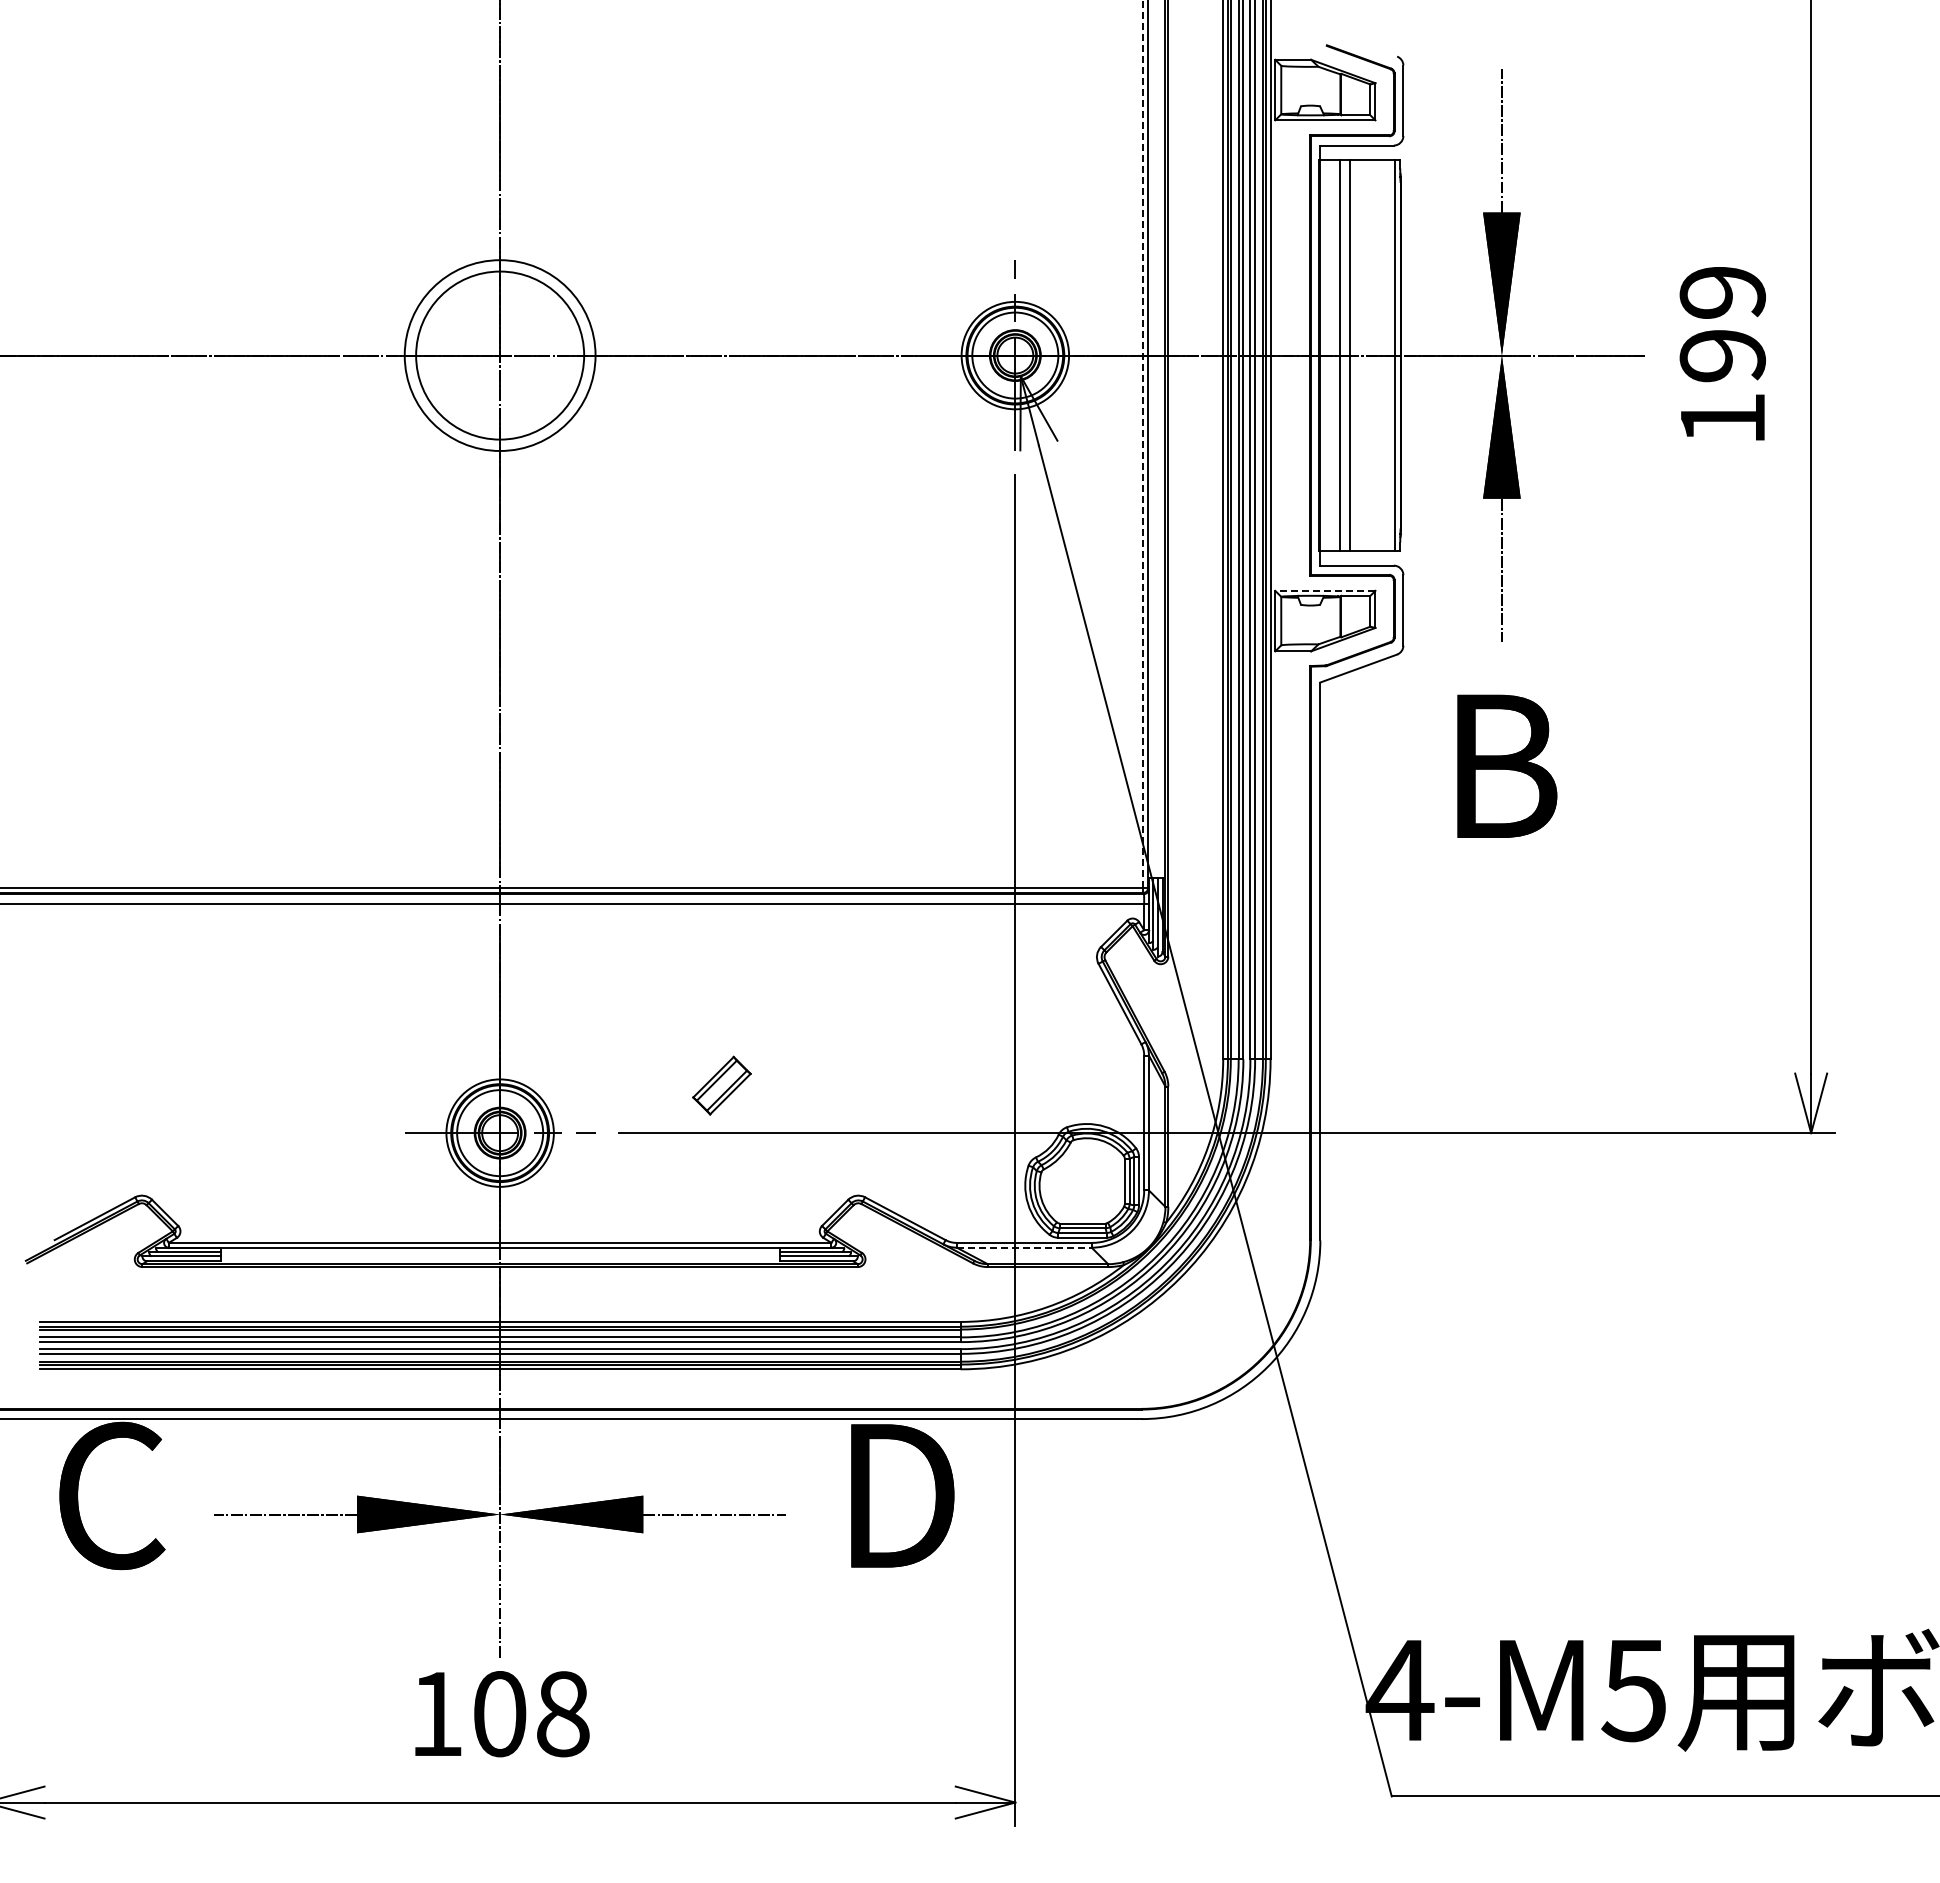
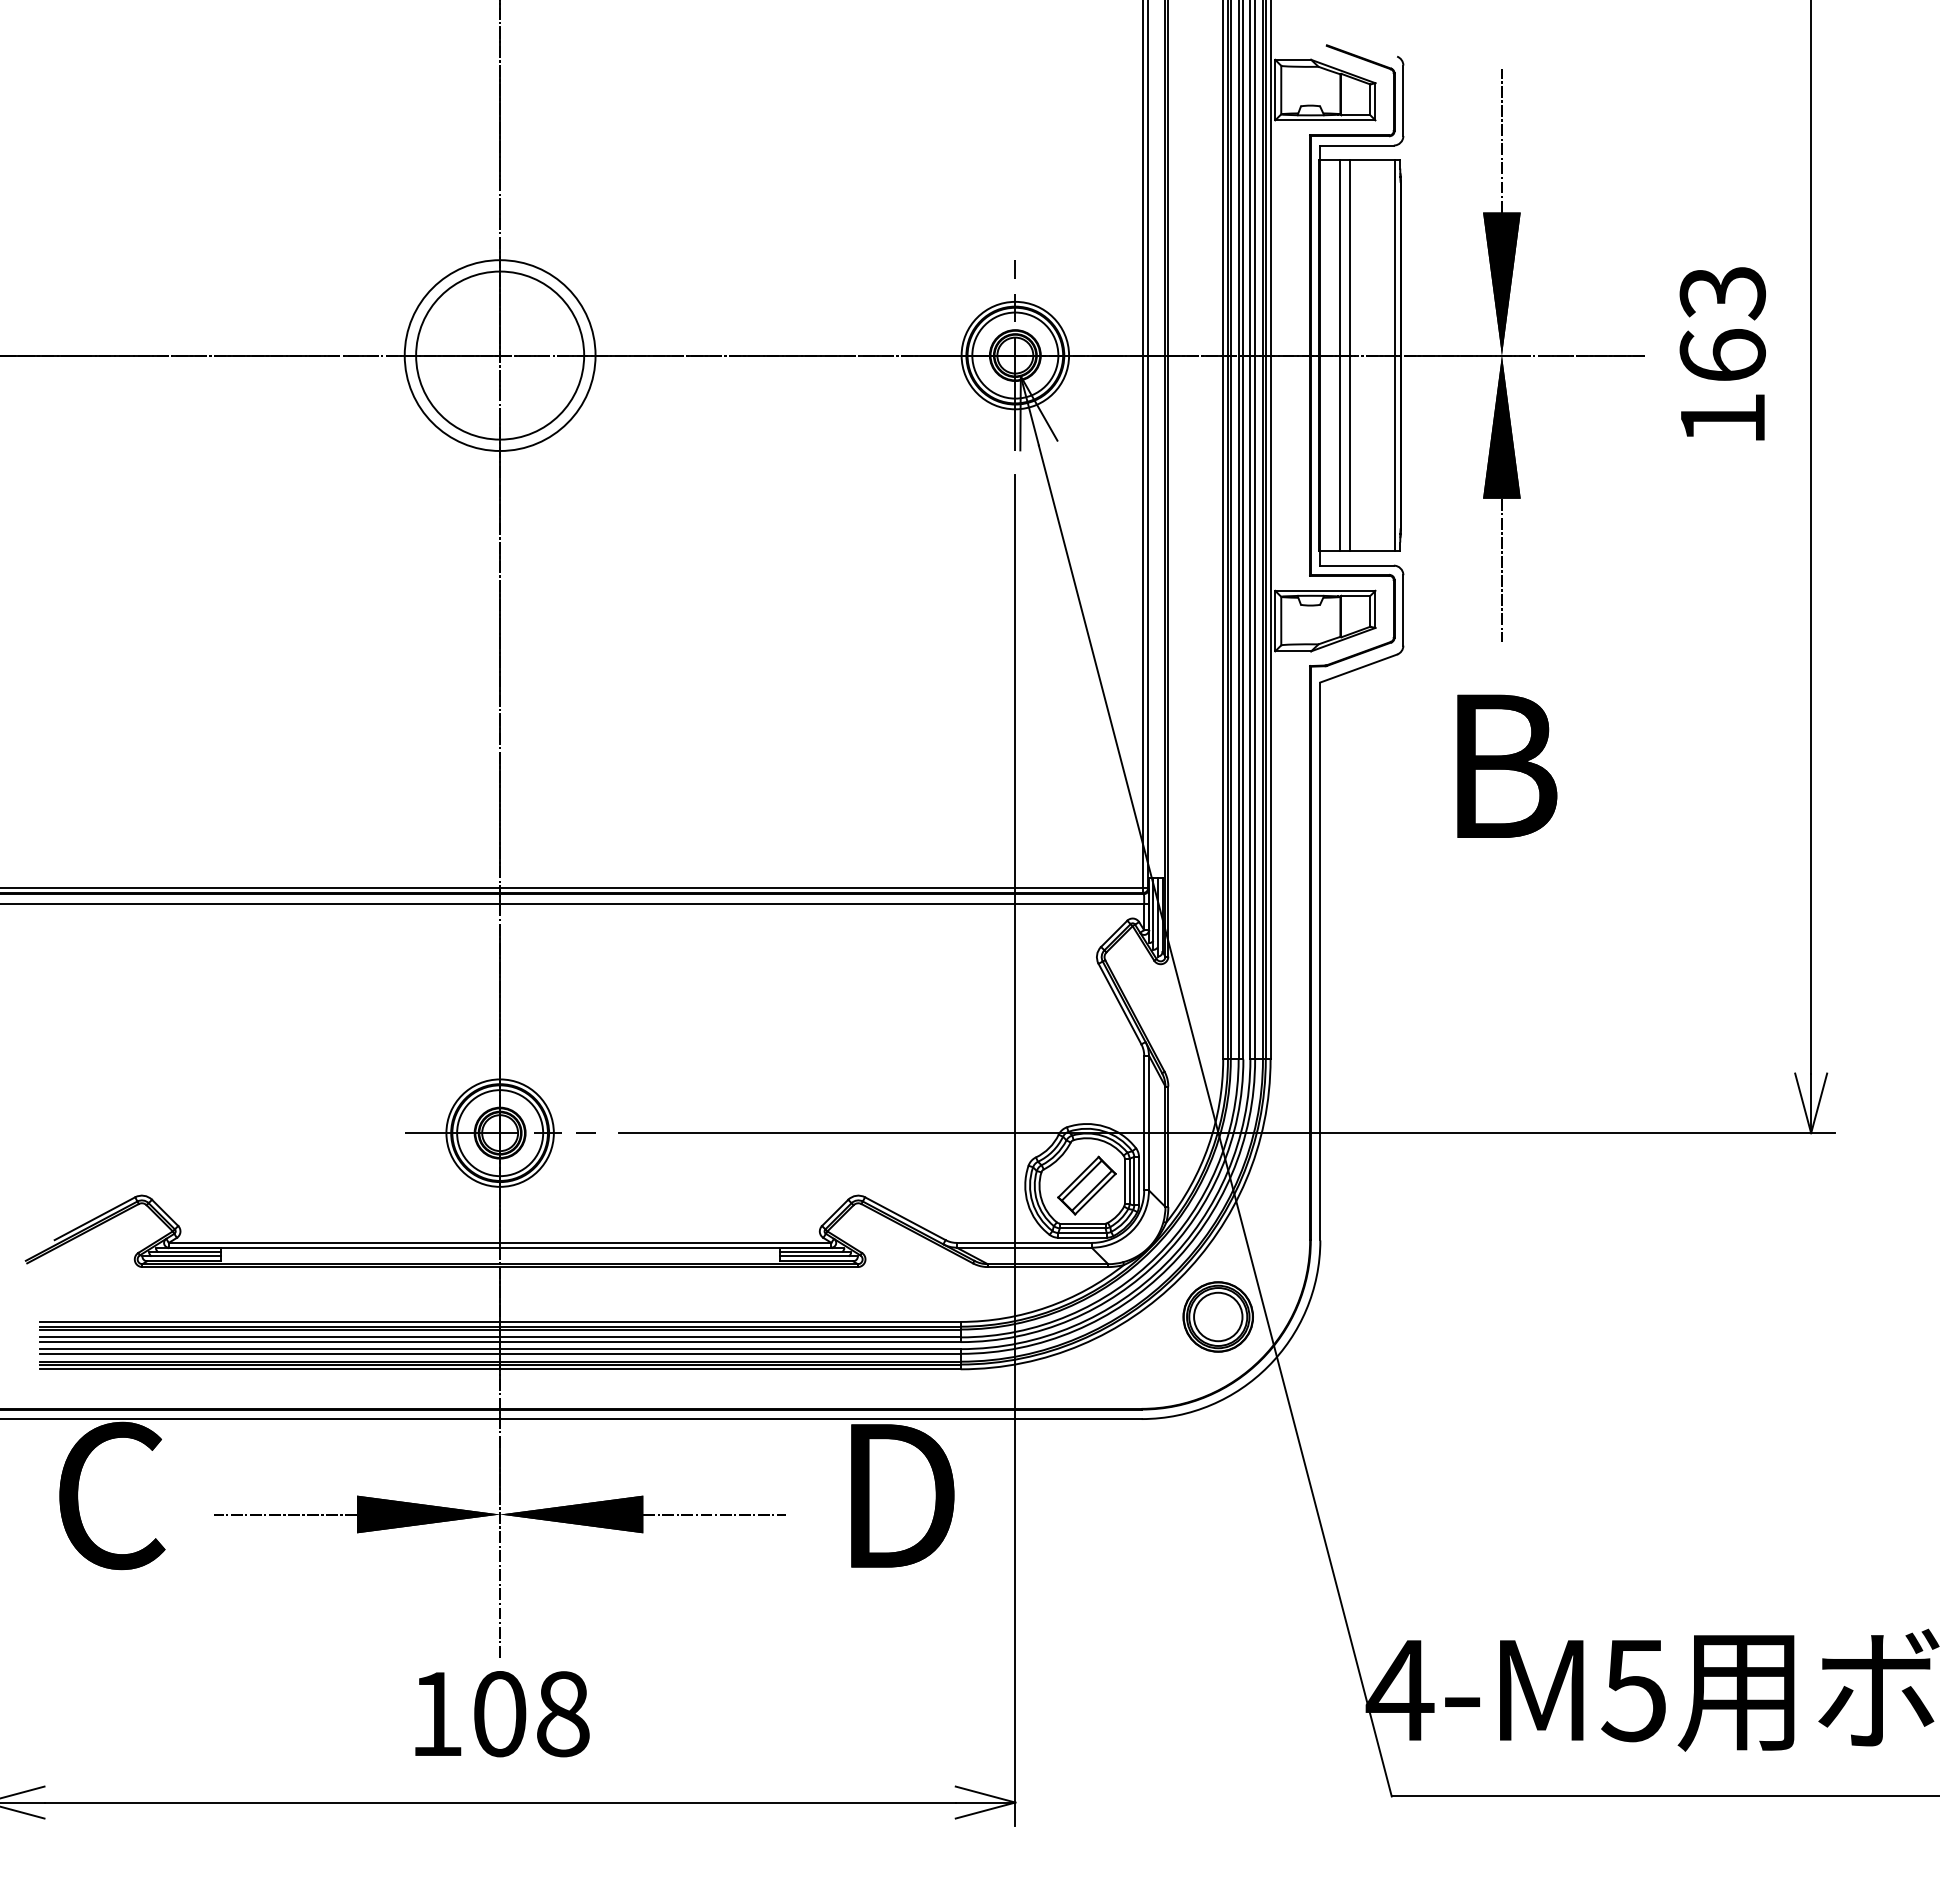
text at (1722, 324): 199 -> 163
line at (1143, 444): dashed -> solid
line at (1324, 590): dashed -> solid
part at (721, 1085) position: (721, 1085) -> (1086, 1185)
line at (1024, 1247): dashed -> solid
part at (1217, 1316): none -> present
